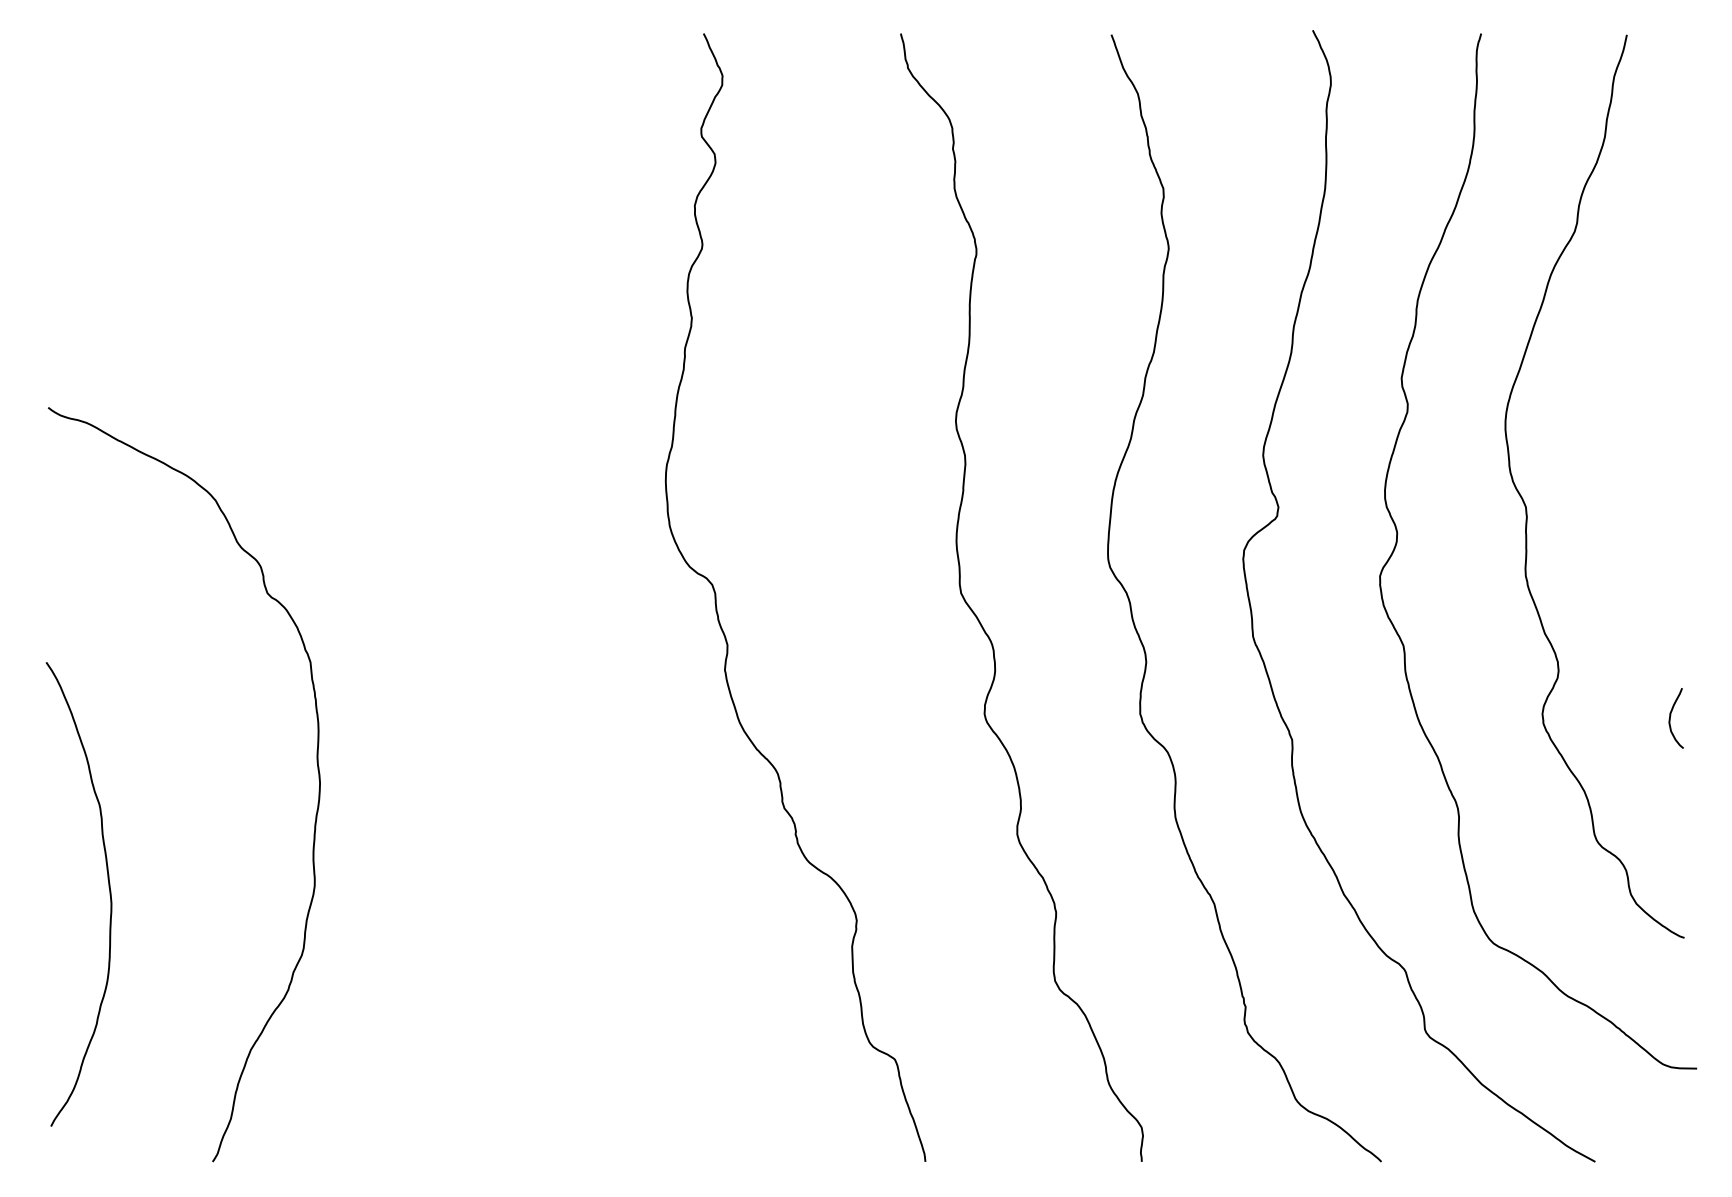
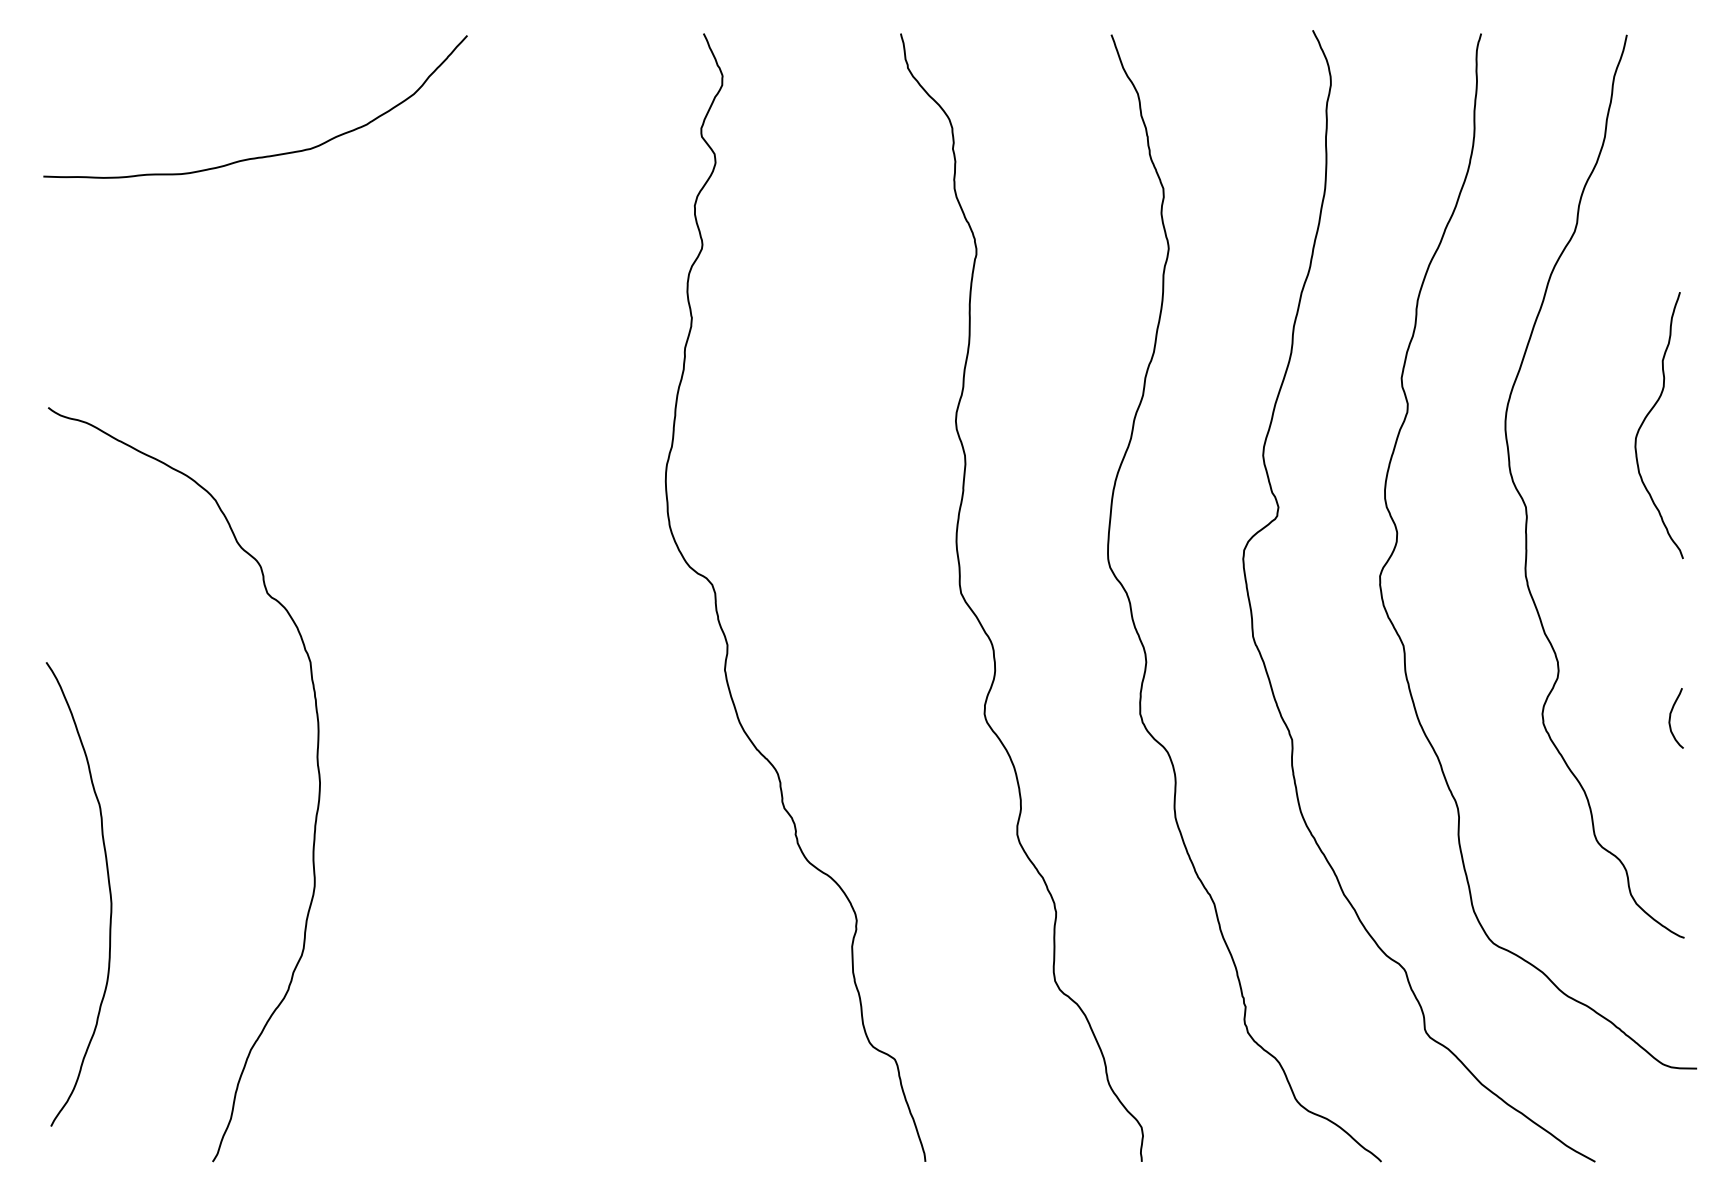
curve at (258, 156): none -> present
curve at (1646, 418): none -> present
